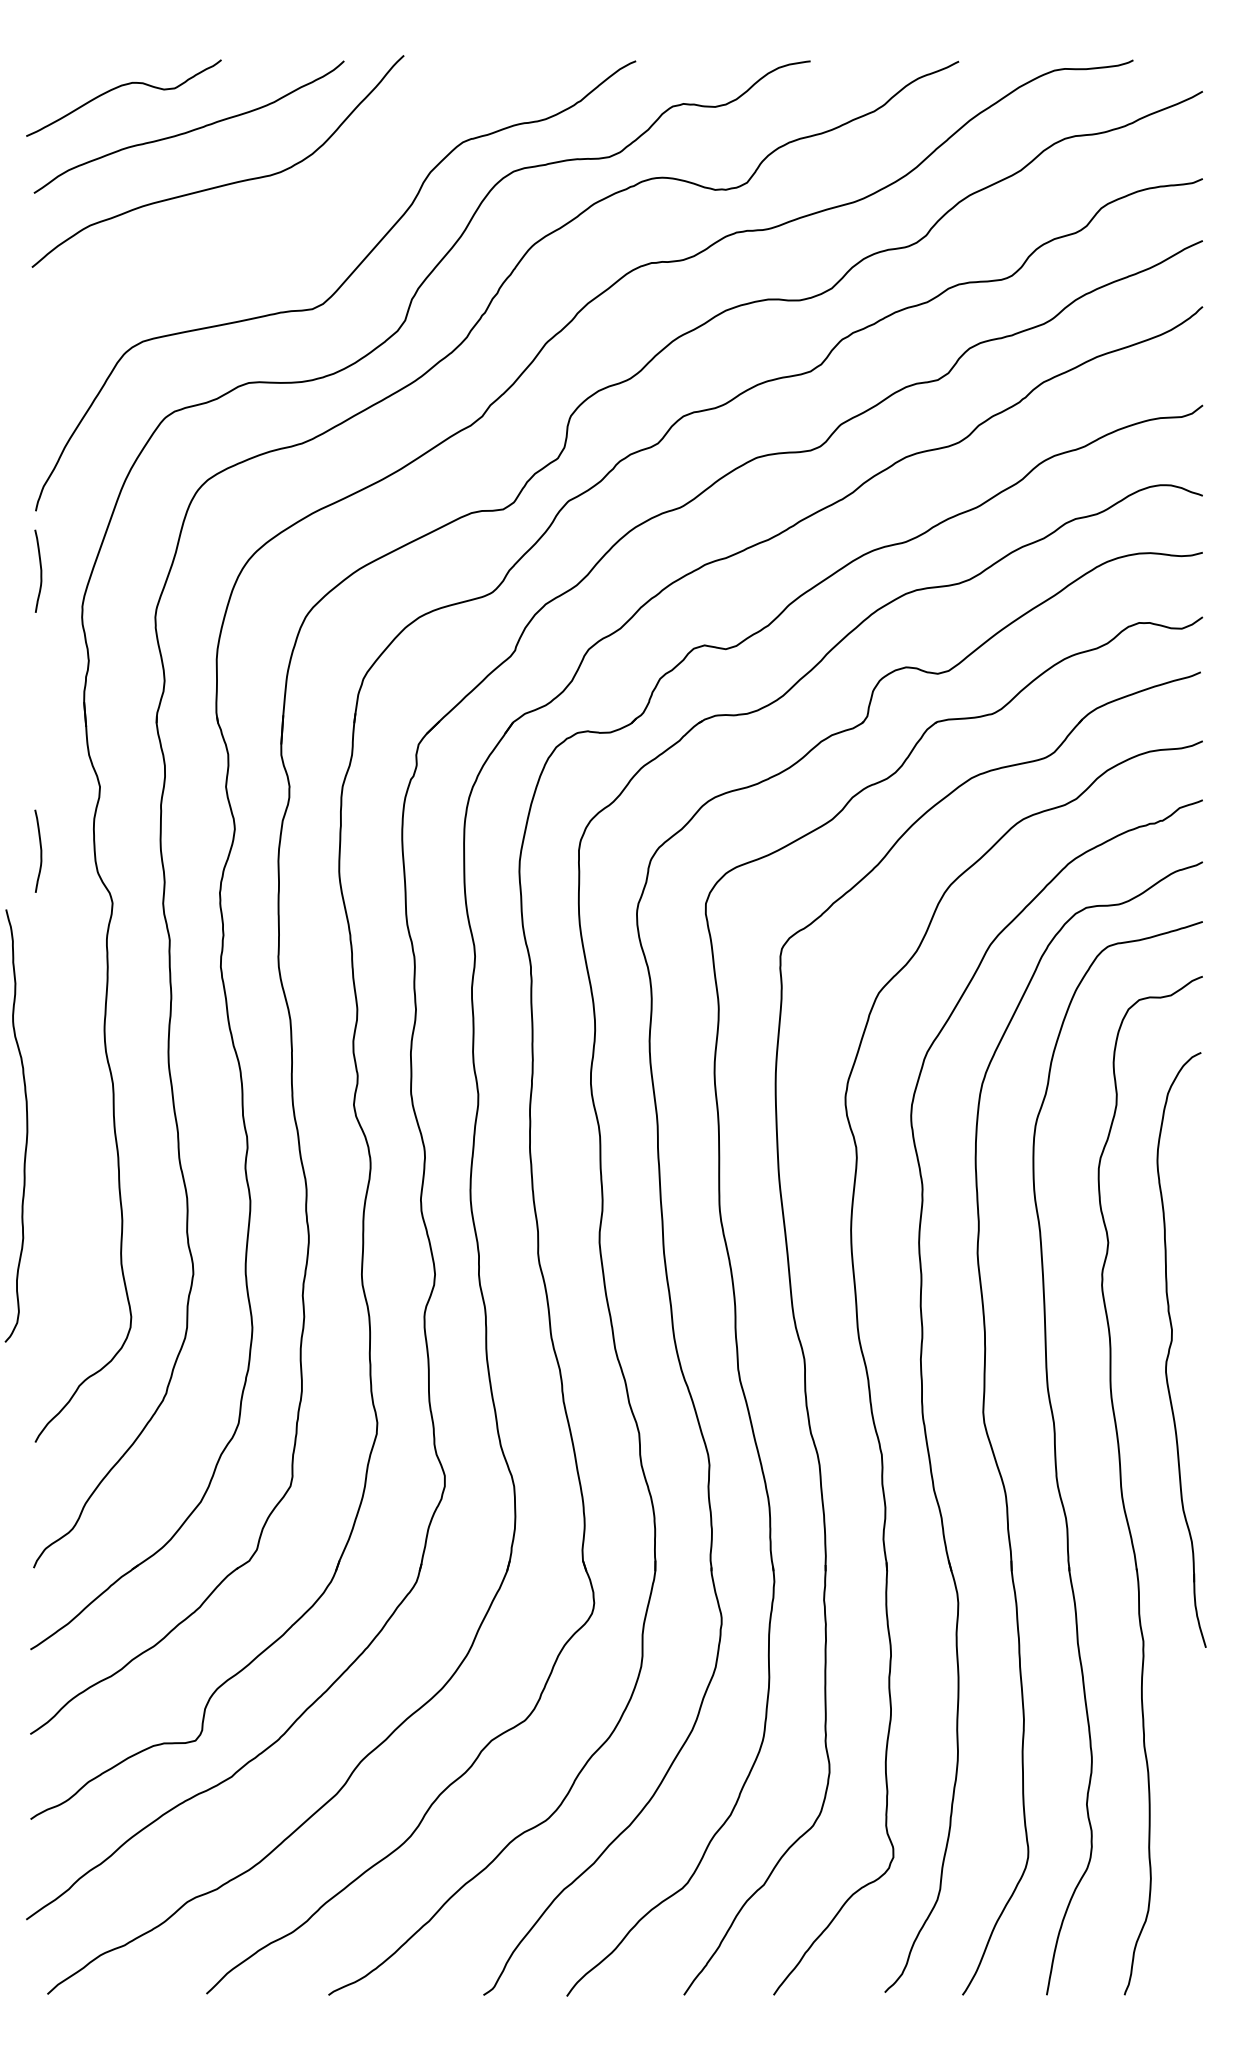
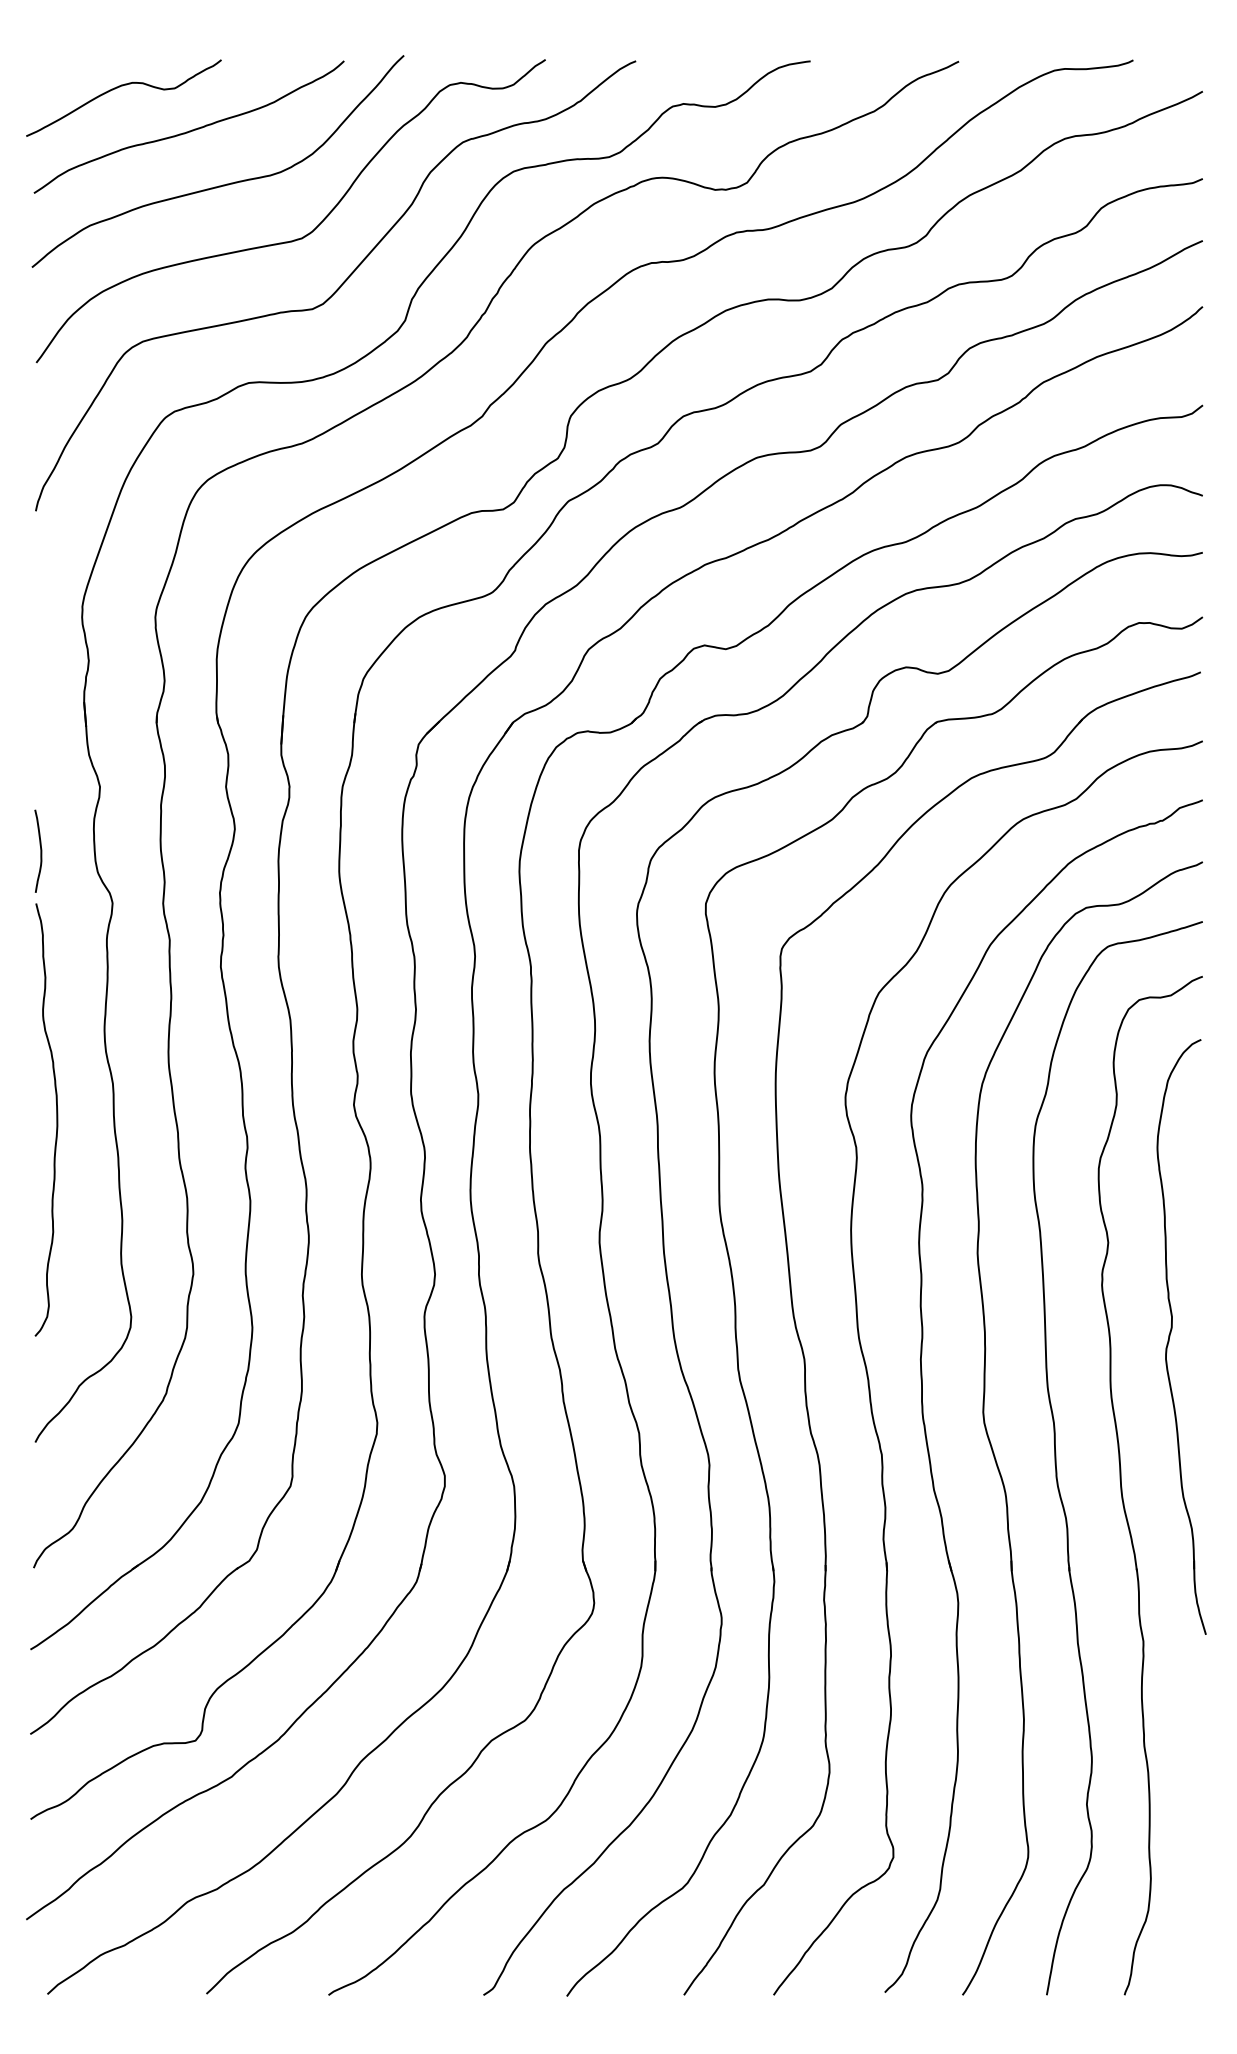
curve at (304, 235): none -> present
curve at (40, 570): present -> none
curve at (26, 1125) position: (26, 1125) -> (56, 1119)
part at (1171, 1346) position: (1171, 1346) -> (1171, 1333)
